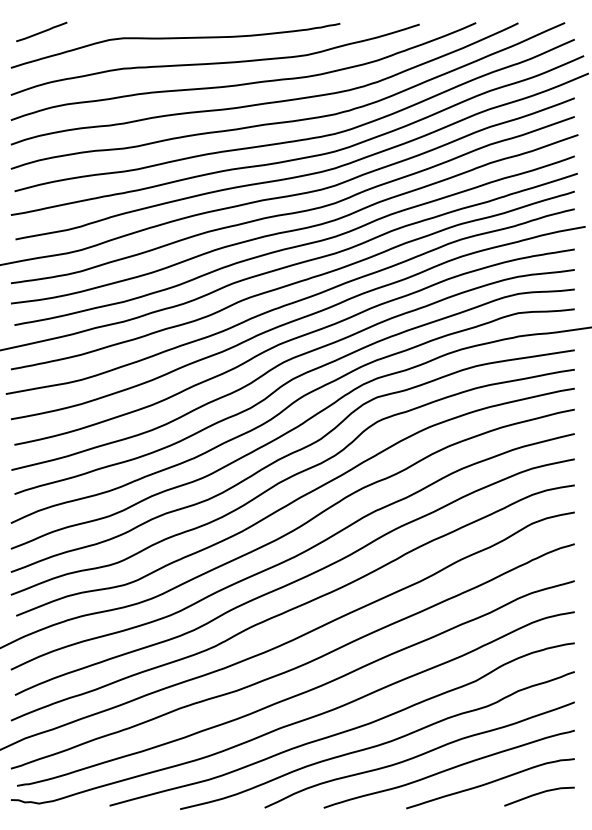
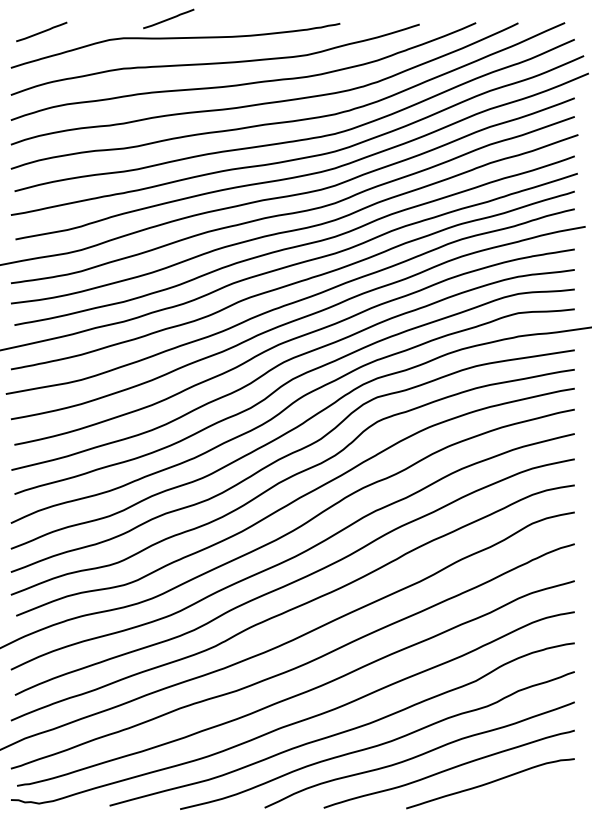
line at (168, 18): none -> present
line at (539, 794): present -> none
